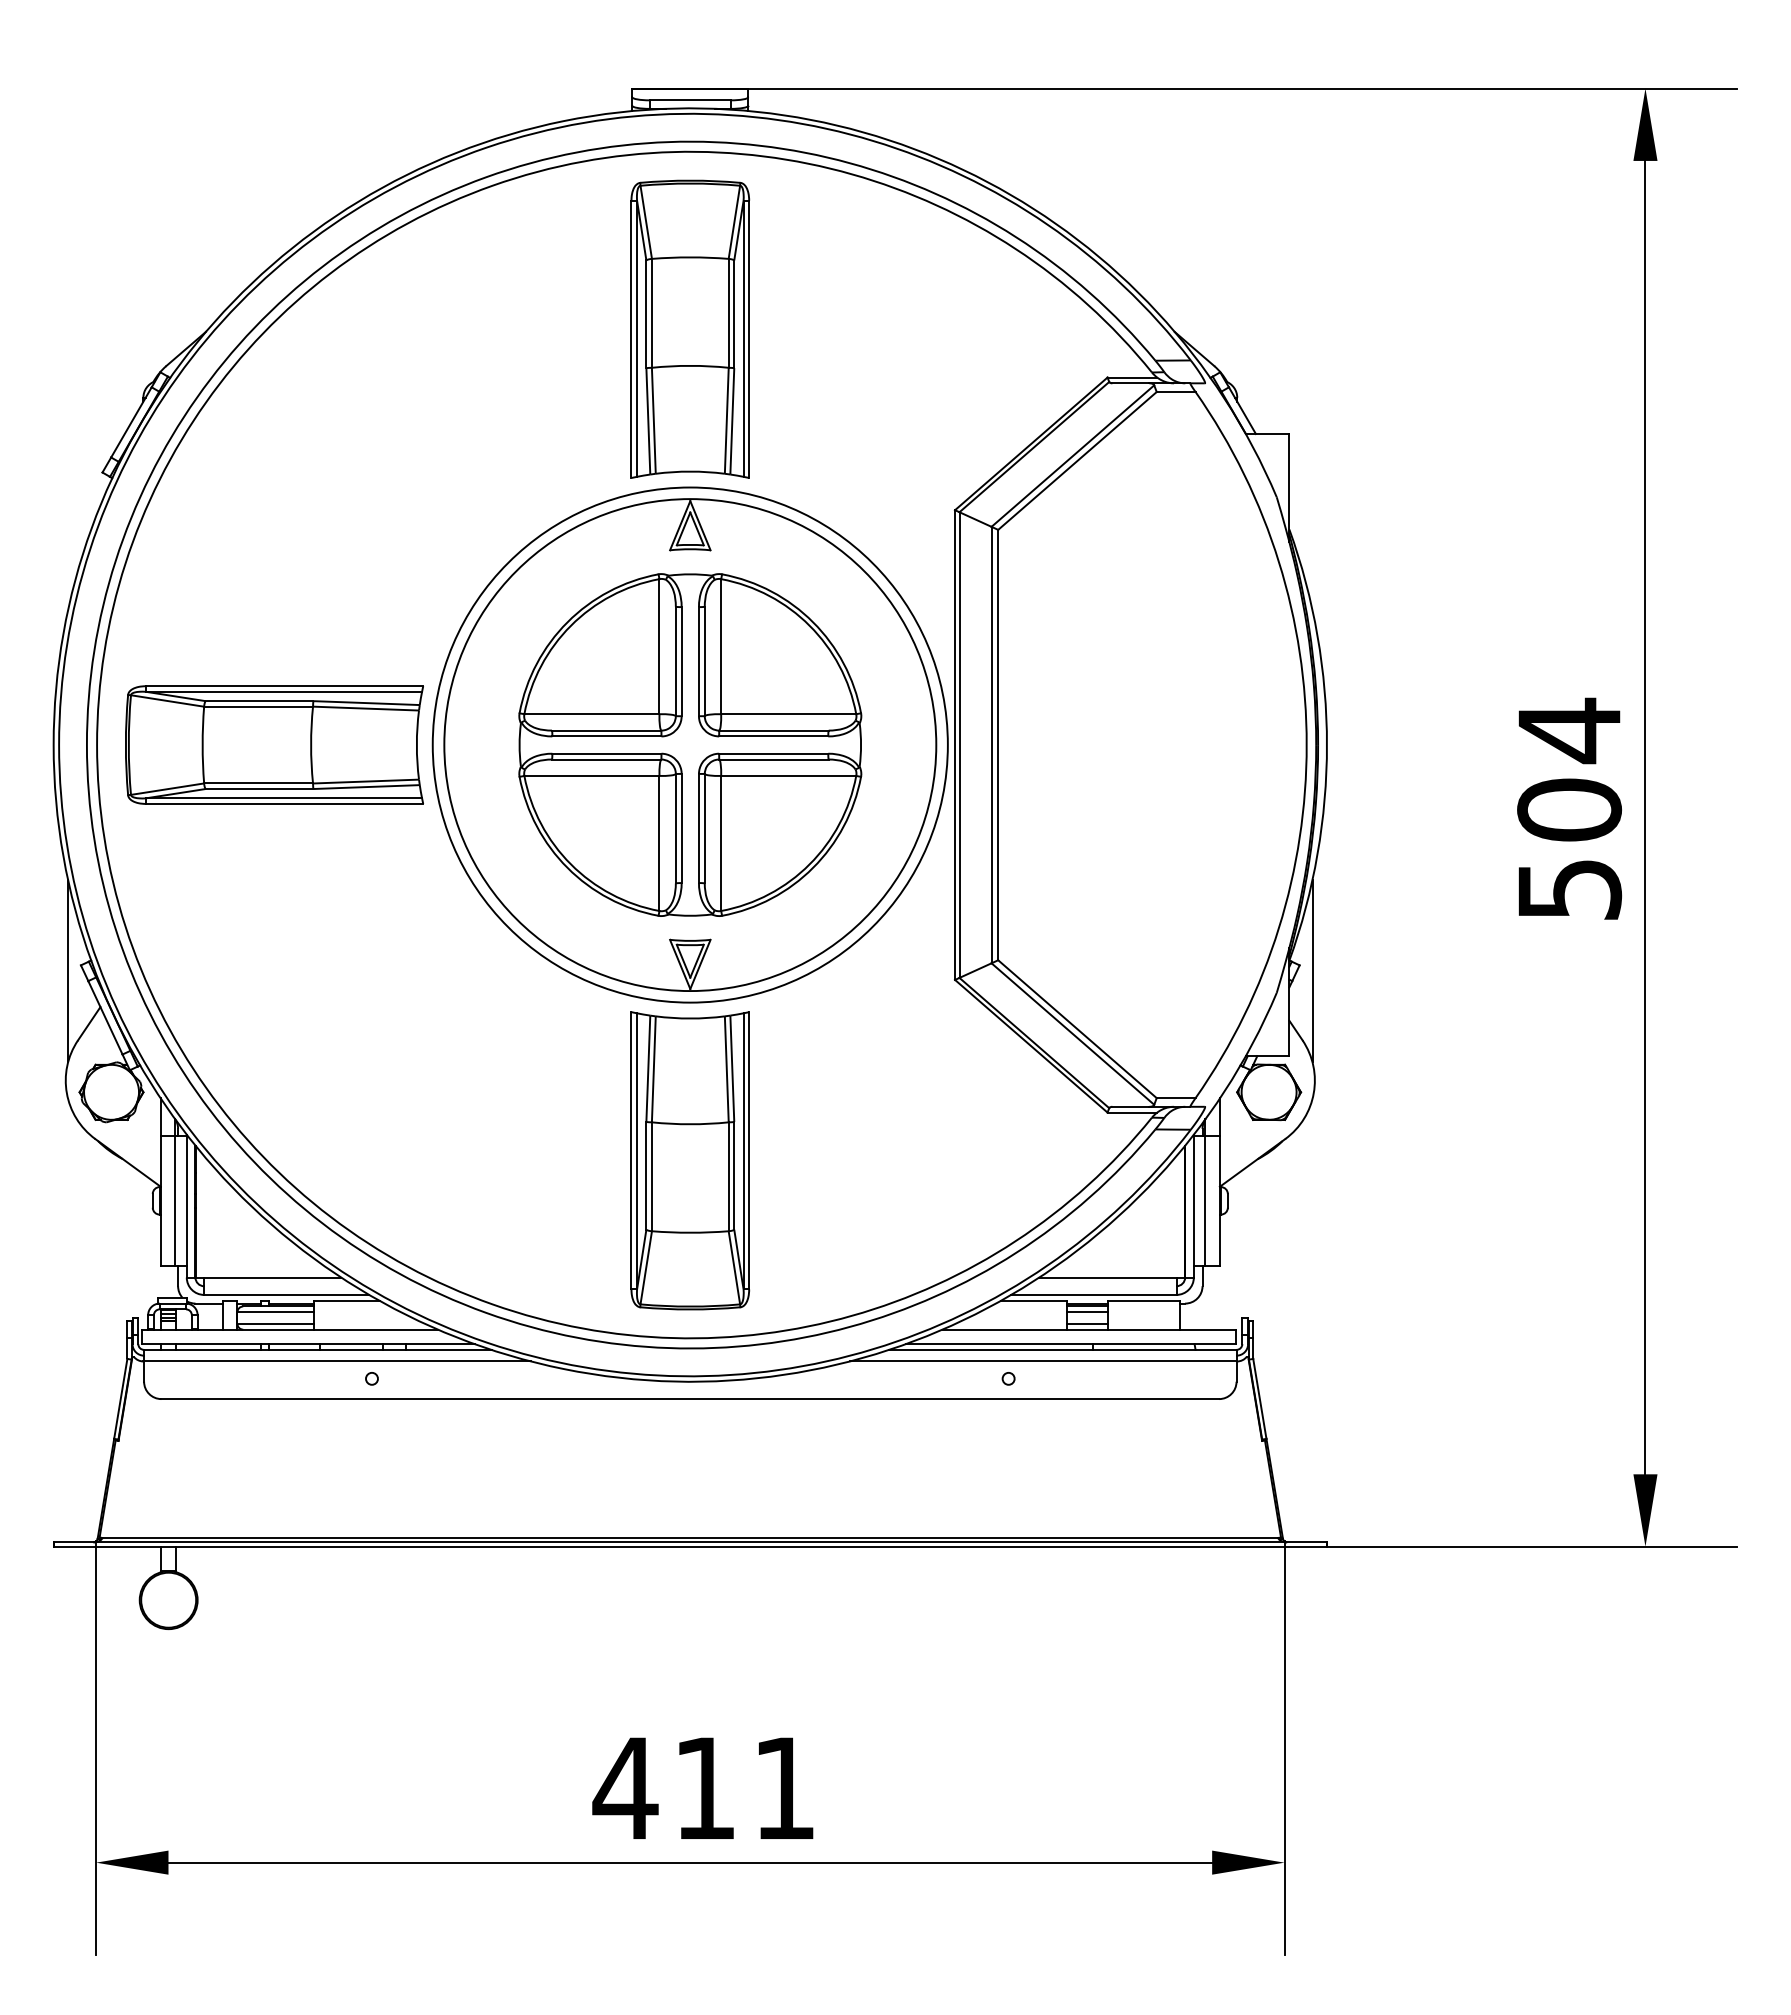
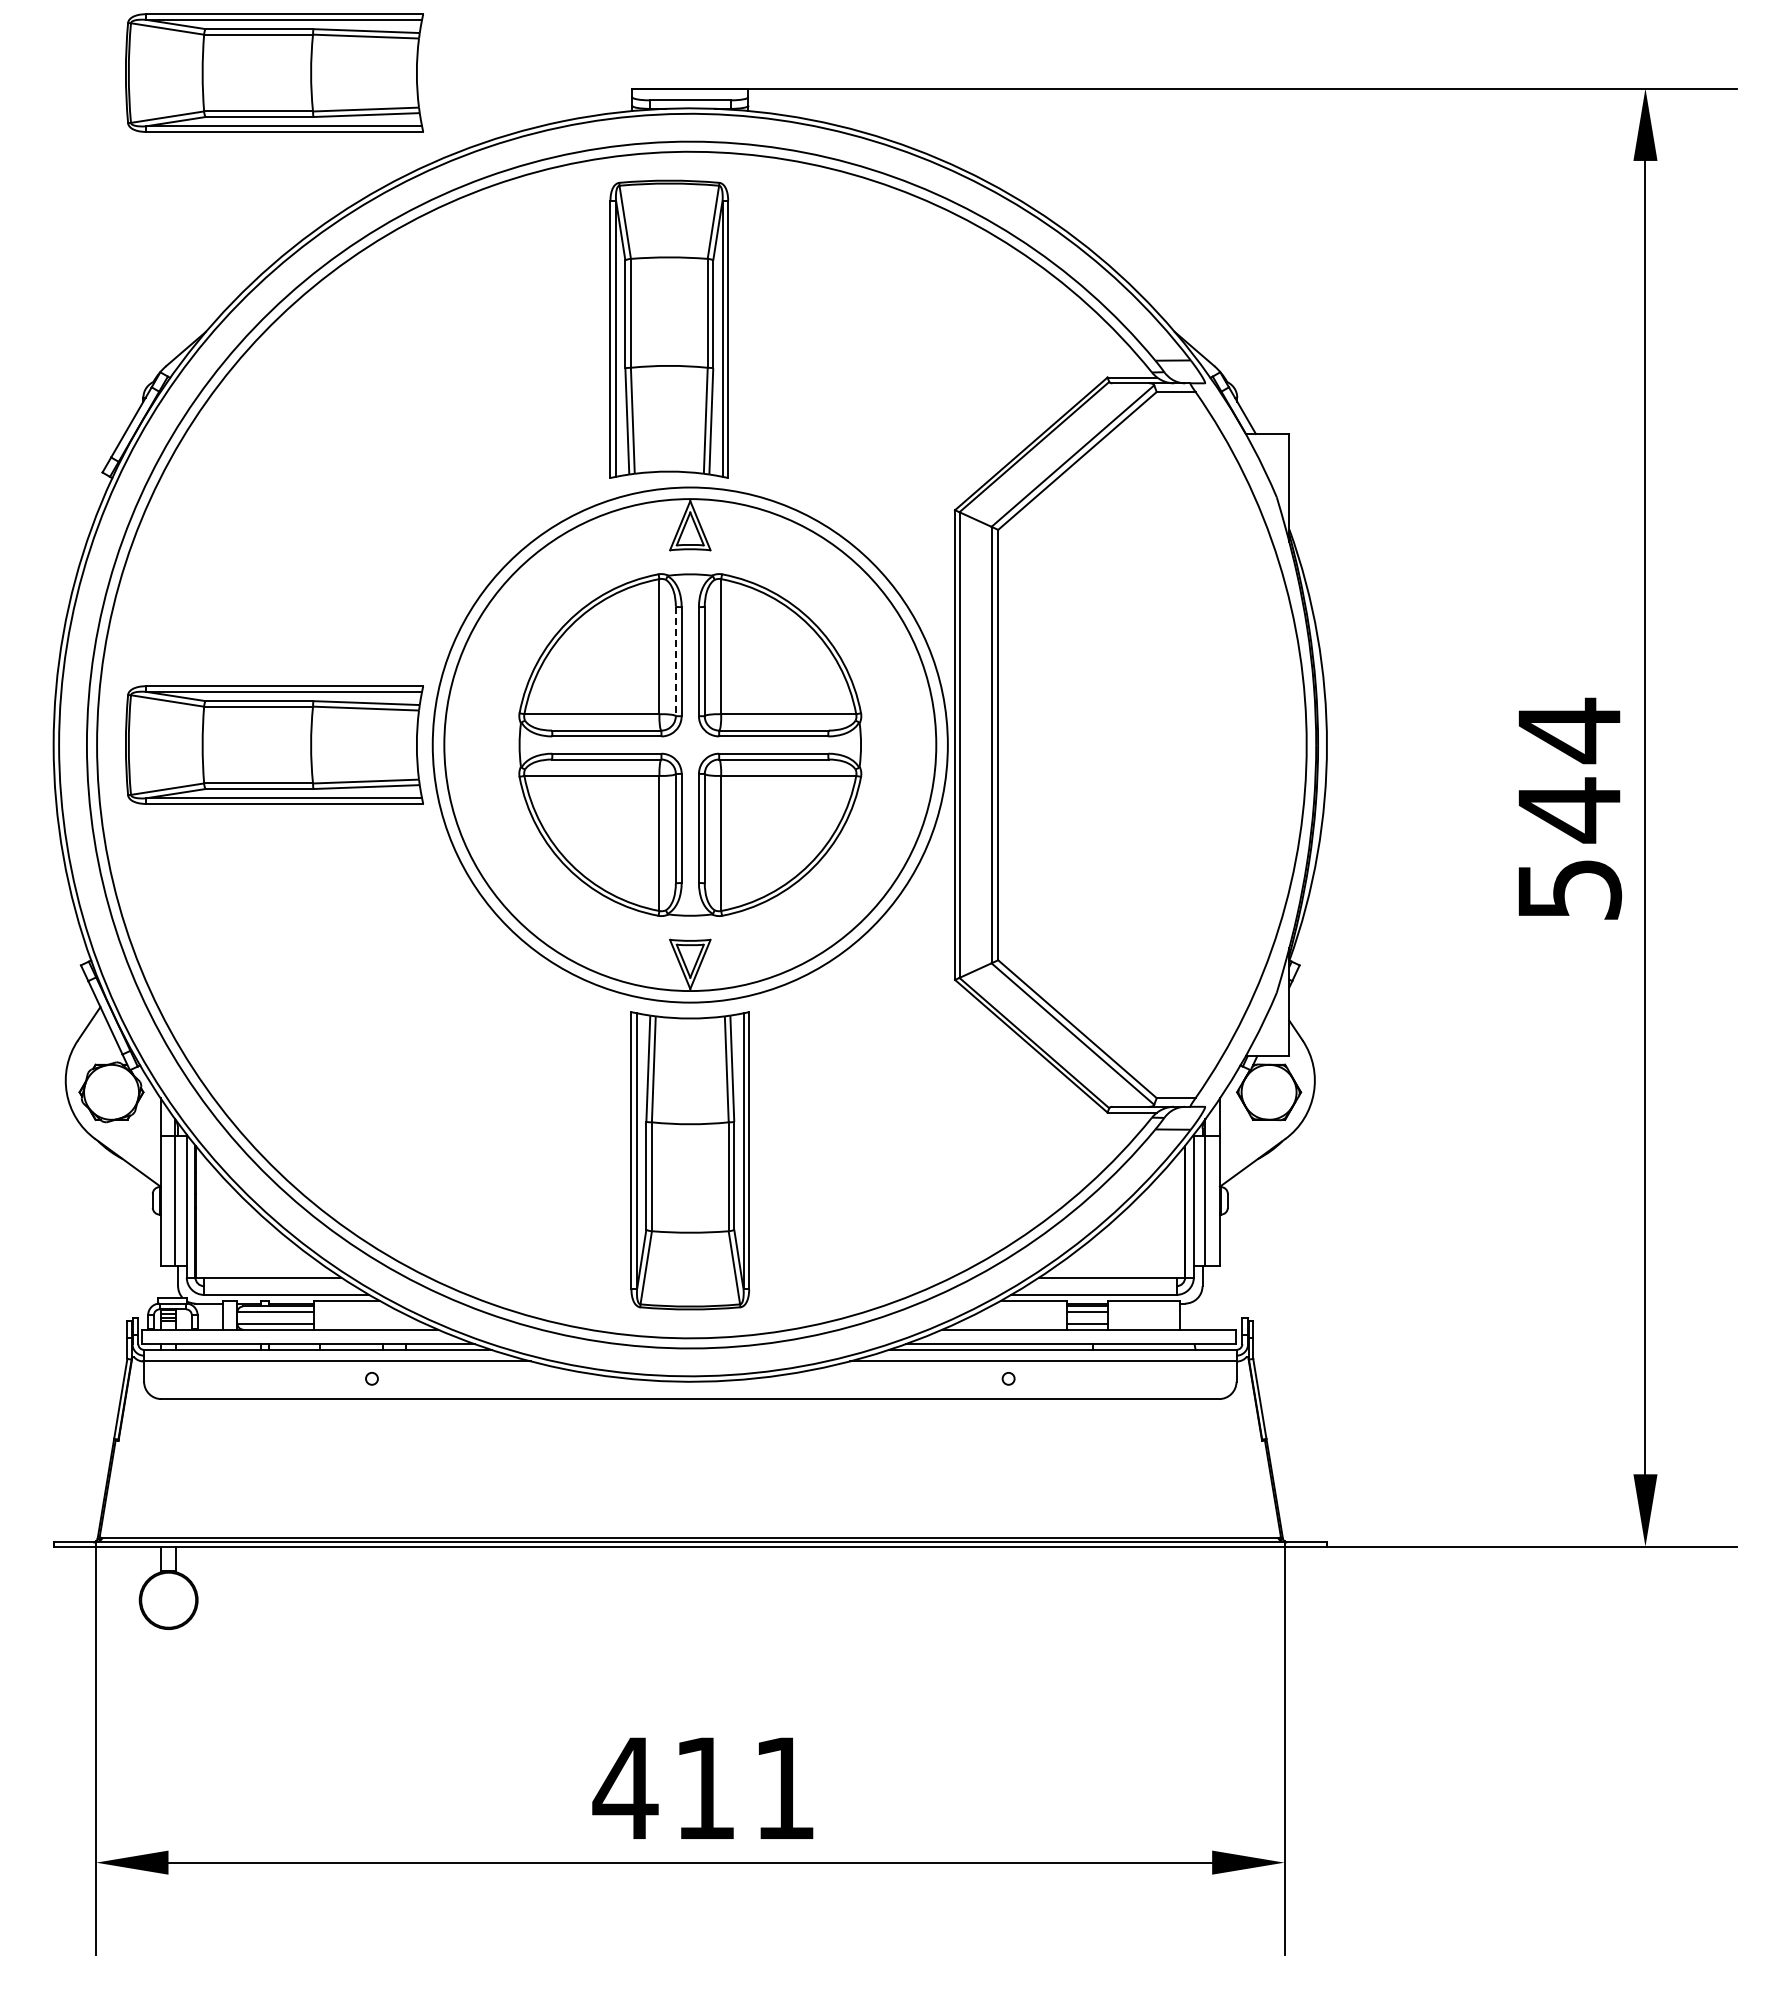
part at (274, 72): none -> present
part at (690, 328) position: (690, 328) -> (669, 328)
line at (675, 661): solid -> dashed
text at (1569, 810): 504 -> 544
line at (68, 971): present -> none
line at (1312, 971): present -> none
